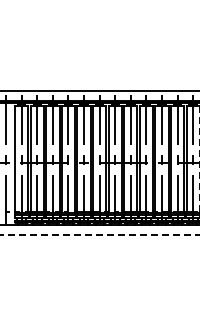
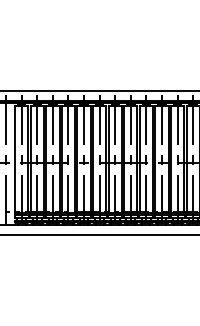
line at (199, 159): dashed -> solid
line at (100, 234): dashed -> solid
